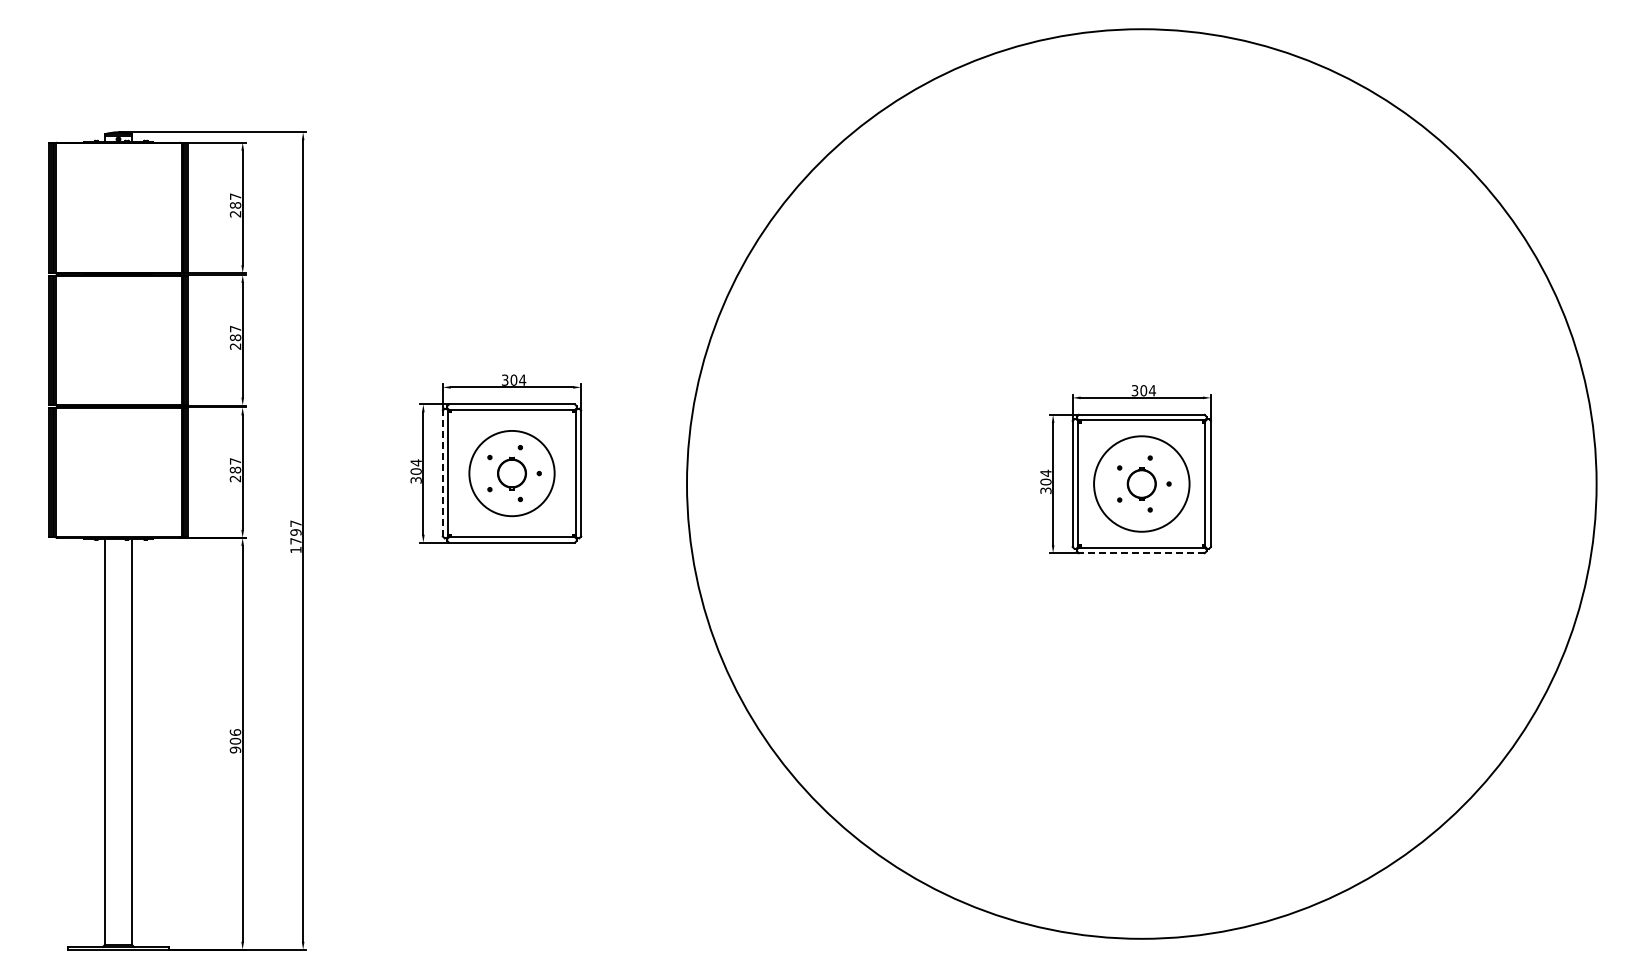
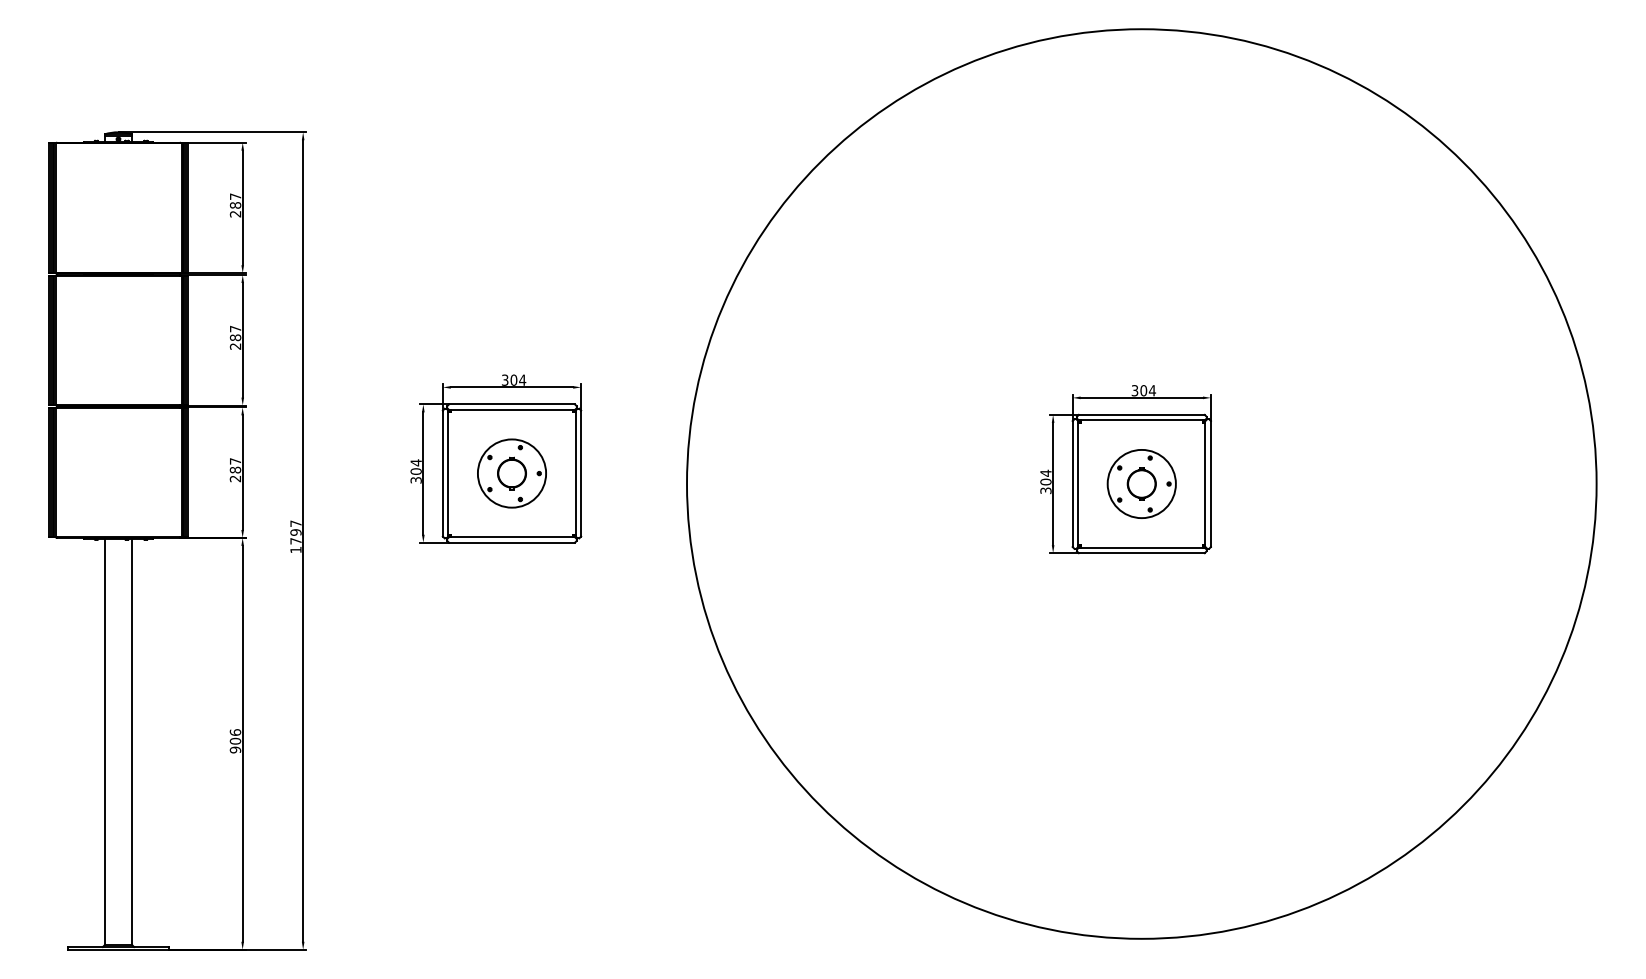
line at (442, 473): dashed -> solid
circle at (511, 473) diameter: 85 px -> 68 px
circle at (1141, 483) diameter: 96 px -> 68 px
line at (1141, 553): dashed -> solid
